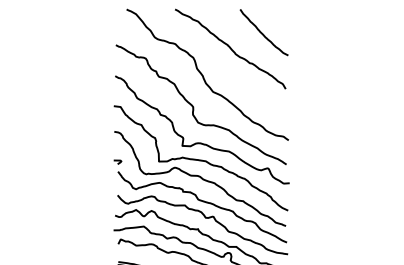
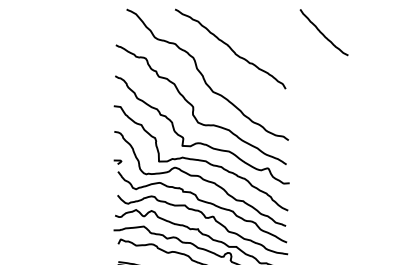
curve at (262, 32) position: (262, 32) -> (322, 32)
